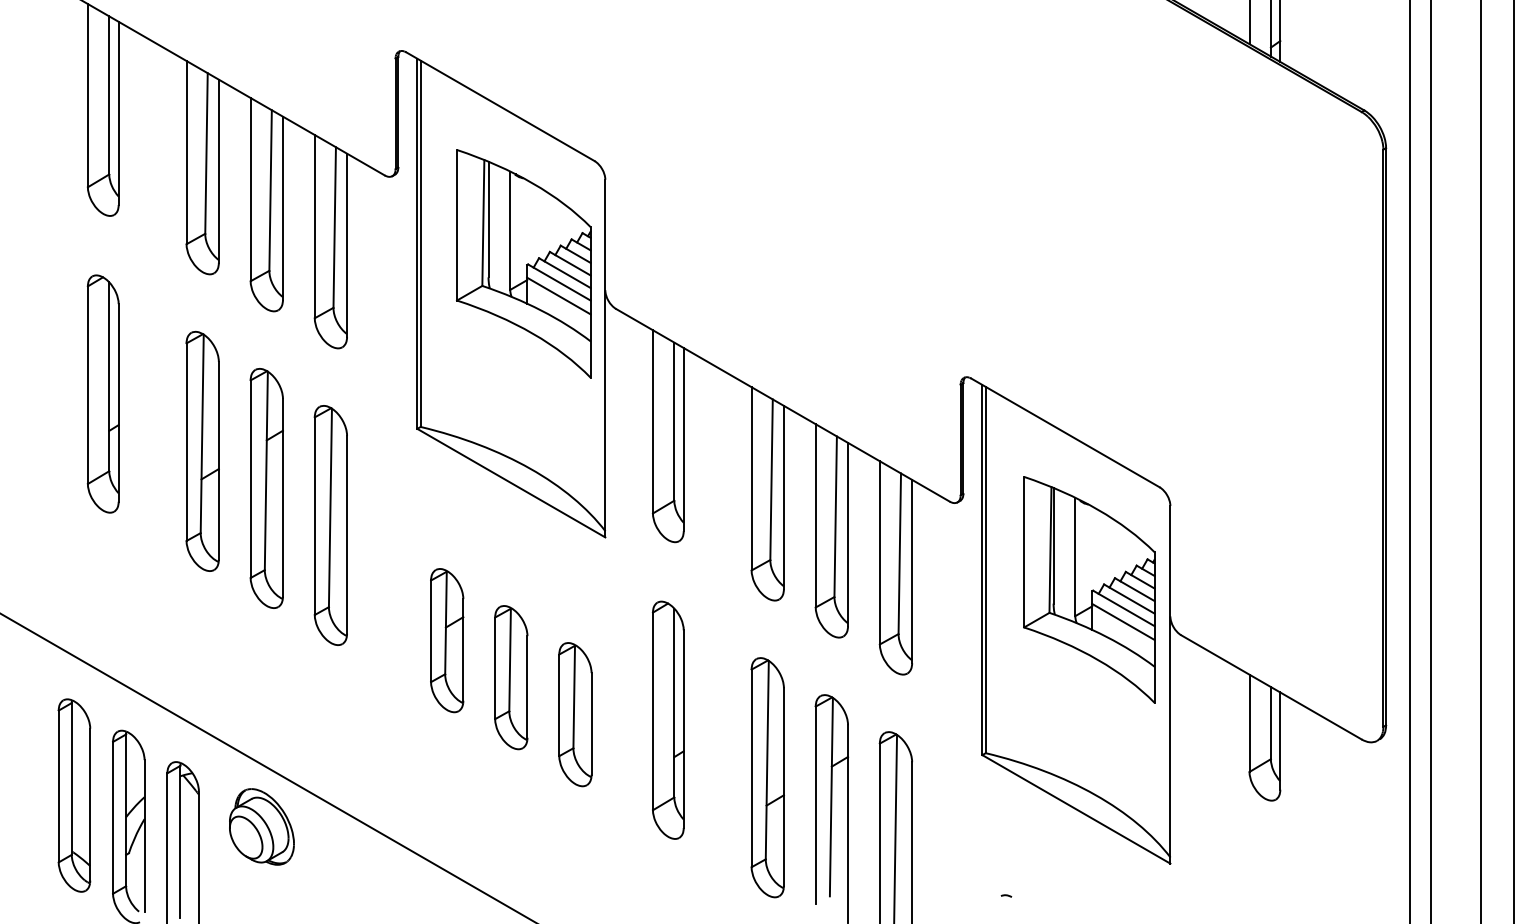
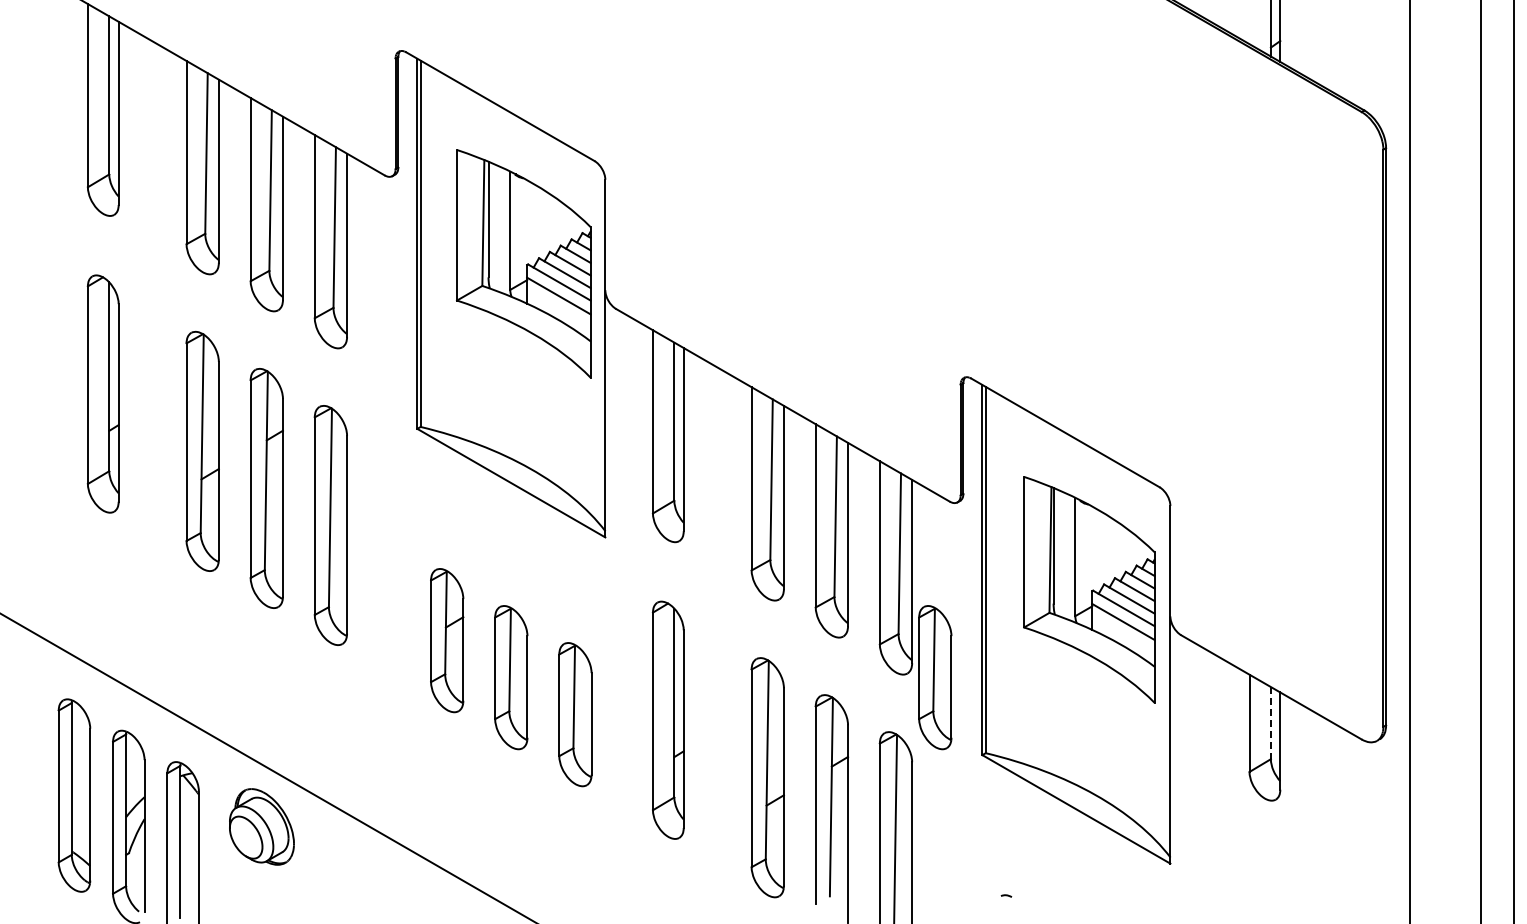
line at (1249, 23): present -> none
line at (1431, 461): present -> none
part at (935, 677): none -> present
line at (1270, 723): solid -> dashed
